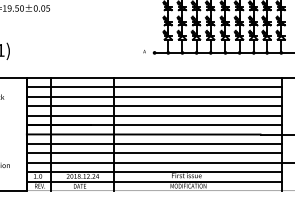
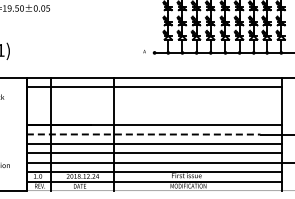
line at (153, 96): present -> none
line at (153, 106): present -> none
line at (153, 115): present -> none
line at (143, 134): solid -> dashed
